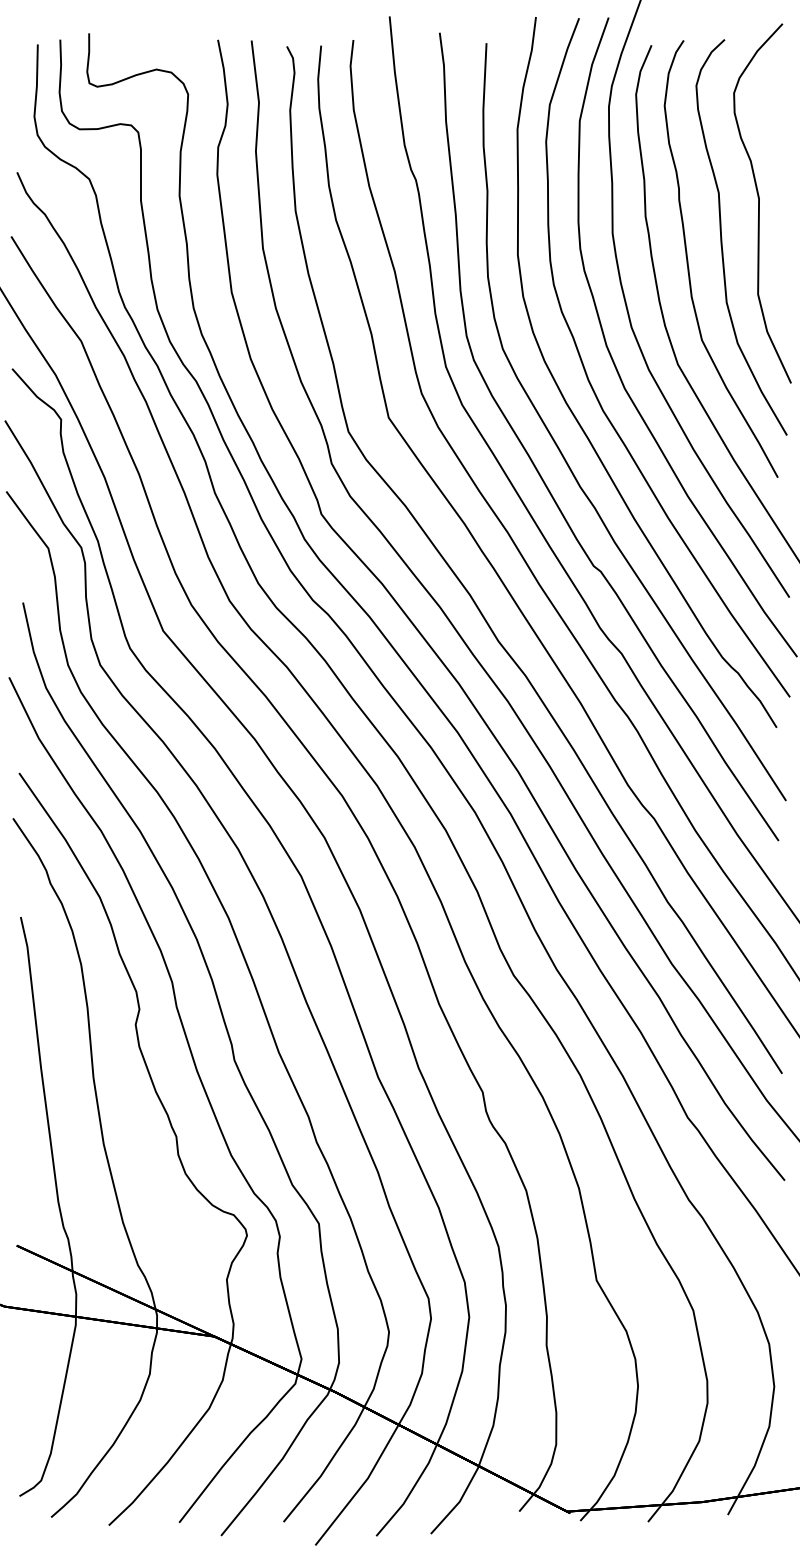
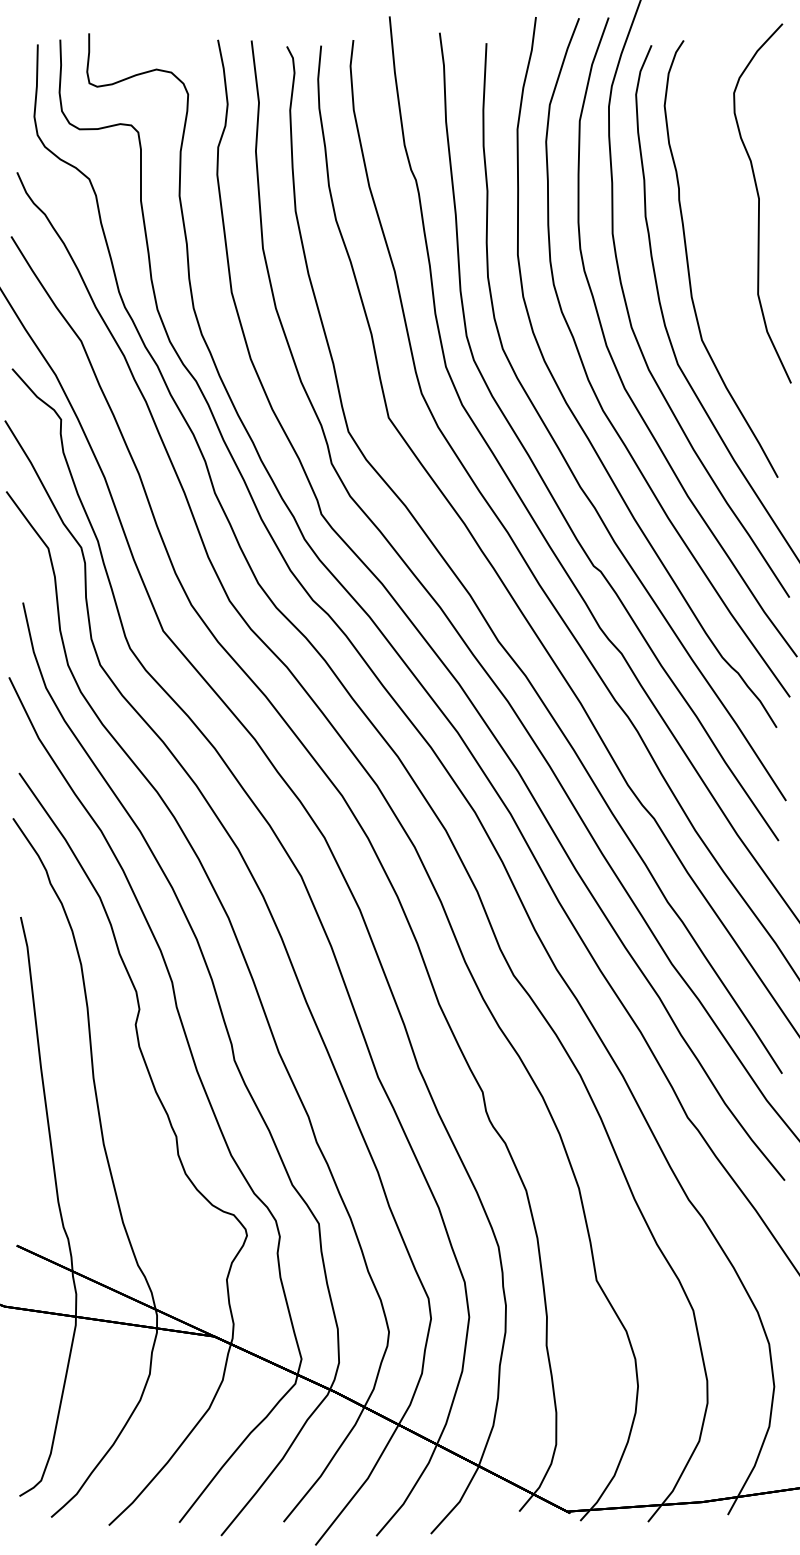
curve at (722, 237): present -> none
